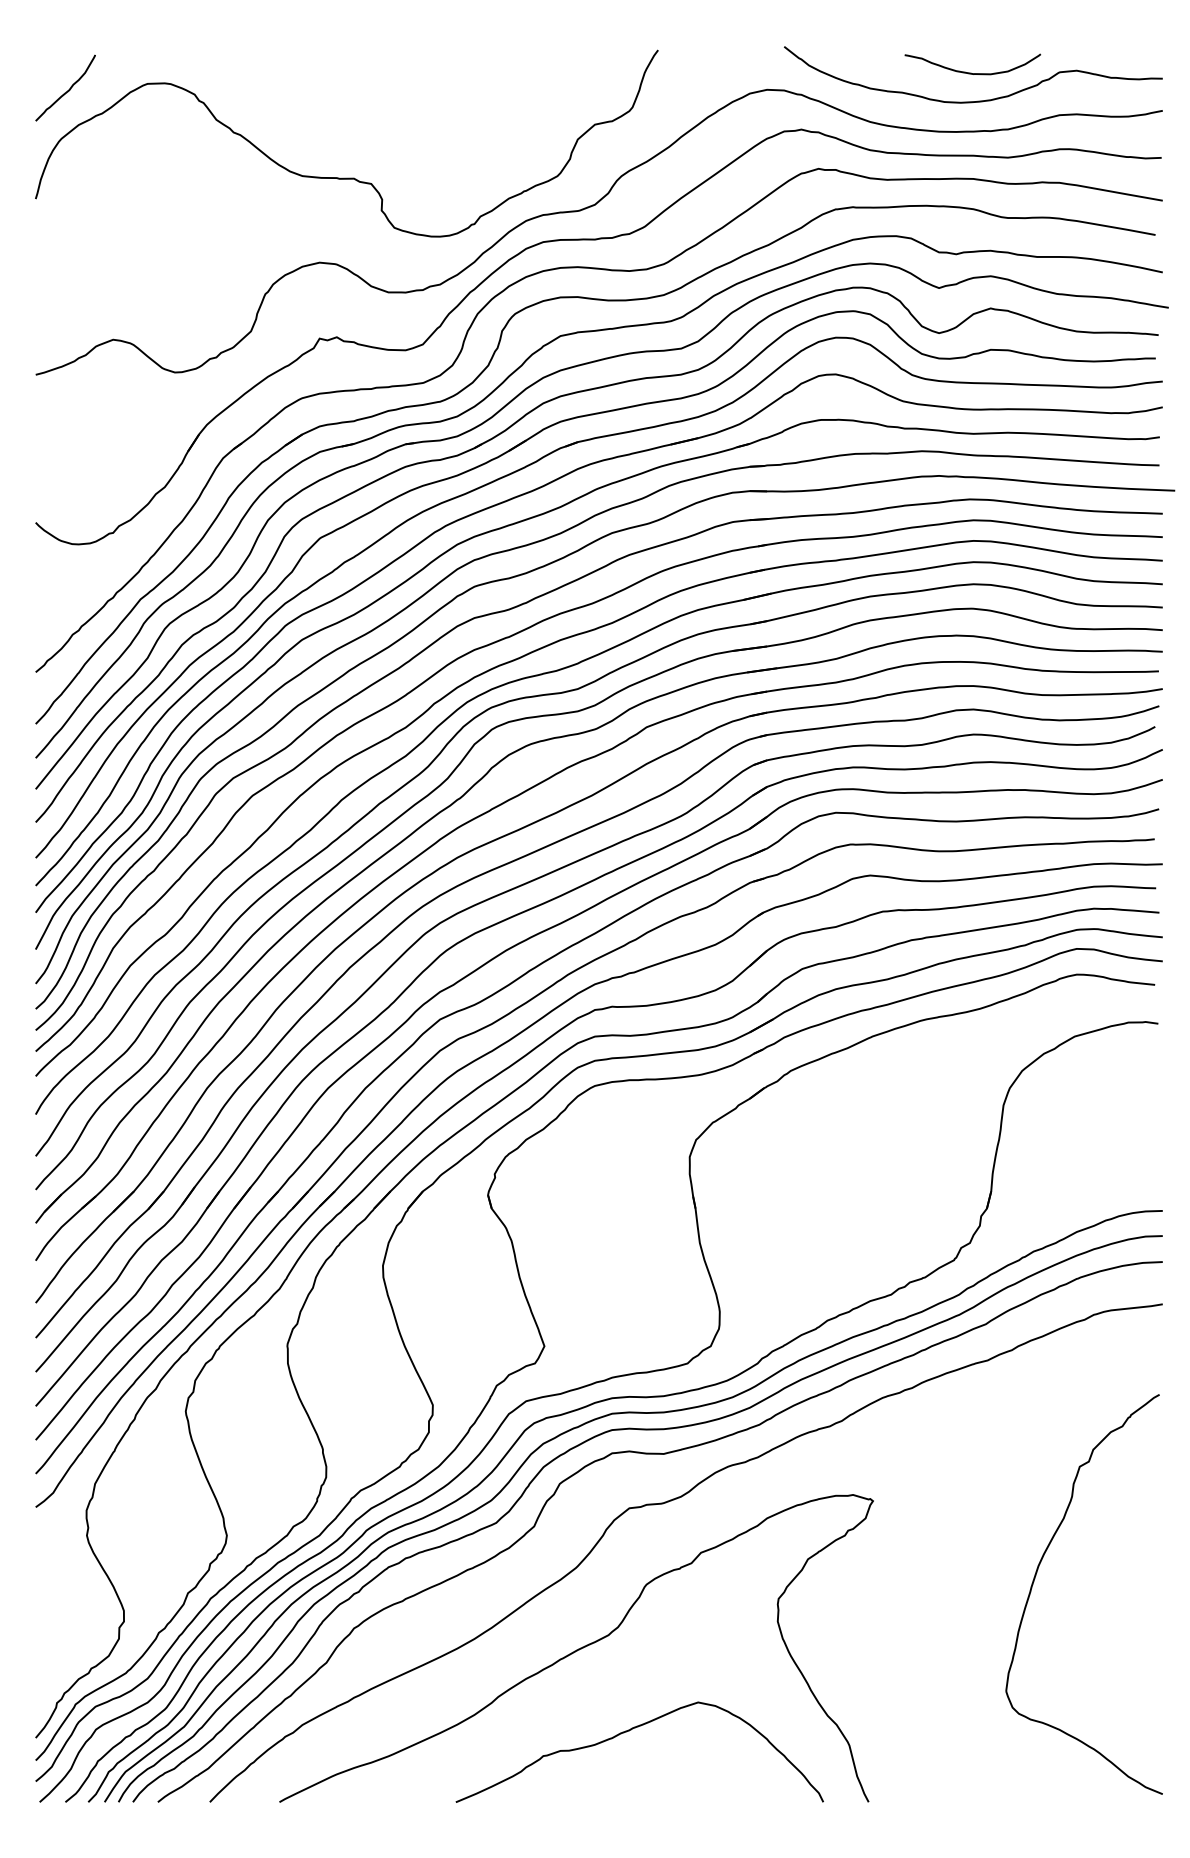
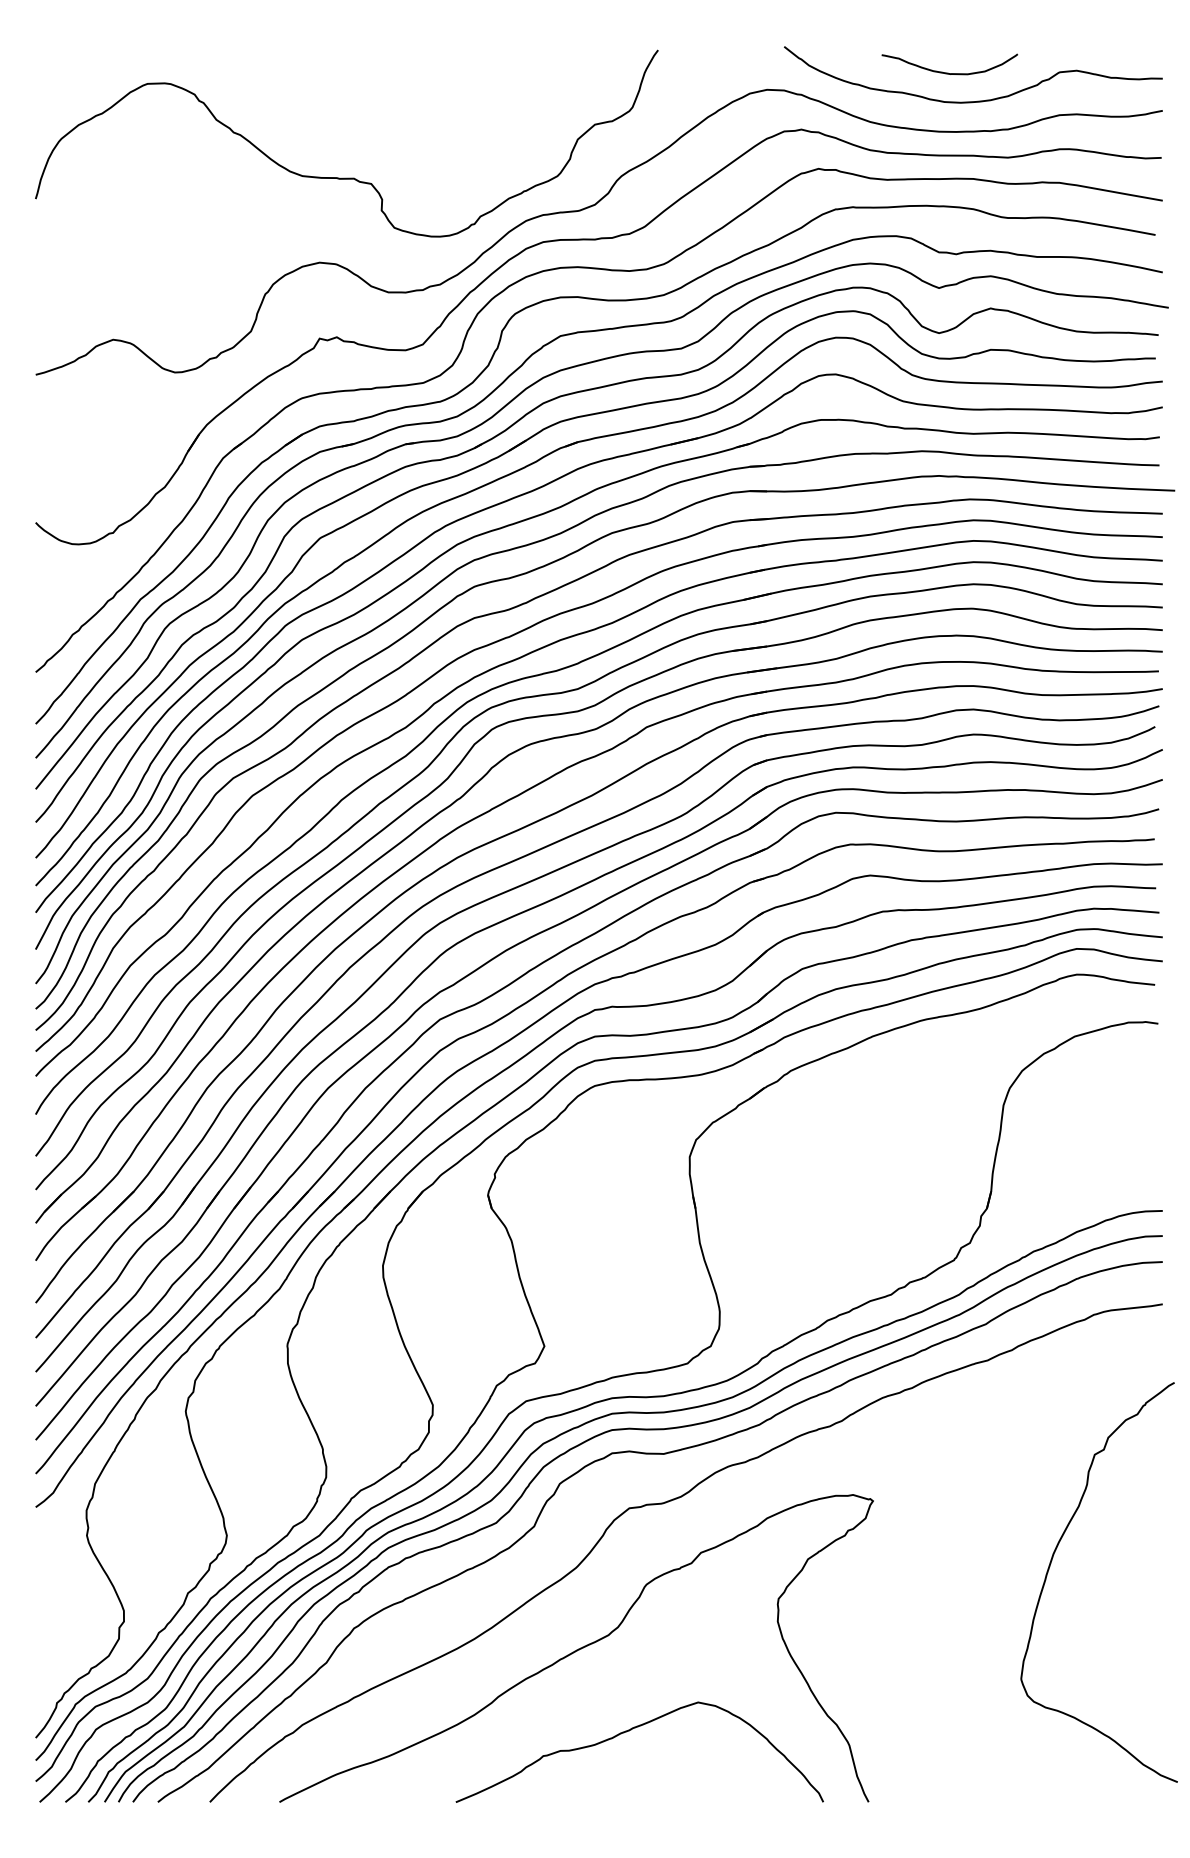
curve at (971, 72) position: (971, 72) -> (948, 72)
curve at (68, 89): present -> none
curve at (1035, 1578) position: (1035, 1578) -> (1050, 1566)
